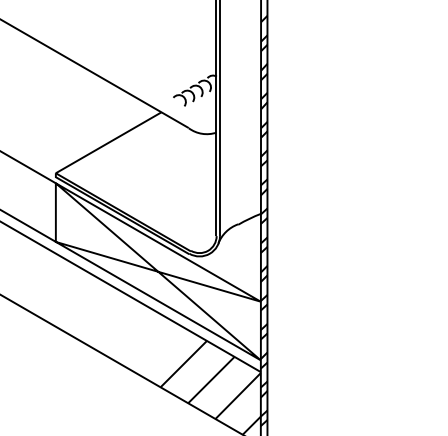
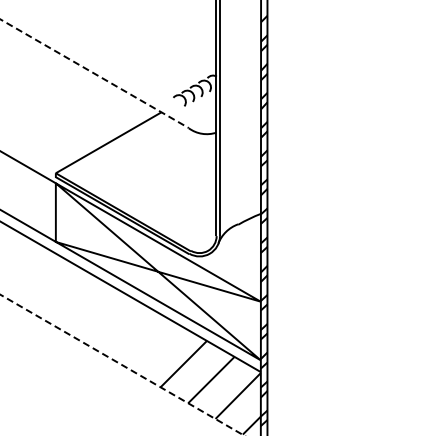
line at (94, 73): solid -> dashed
line at (122, 365): solid -> dashed
